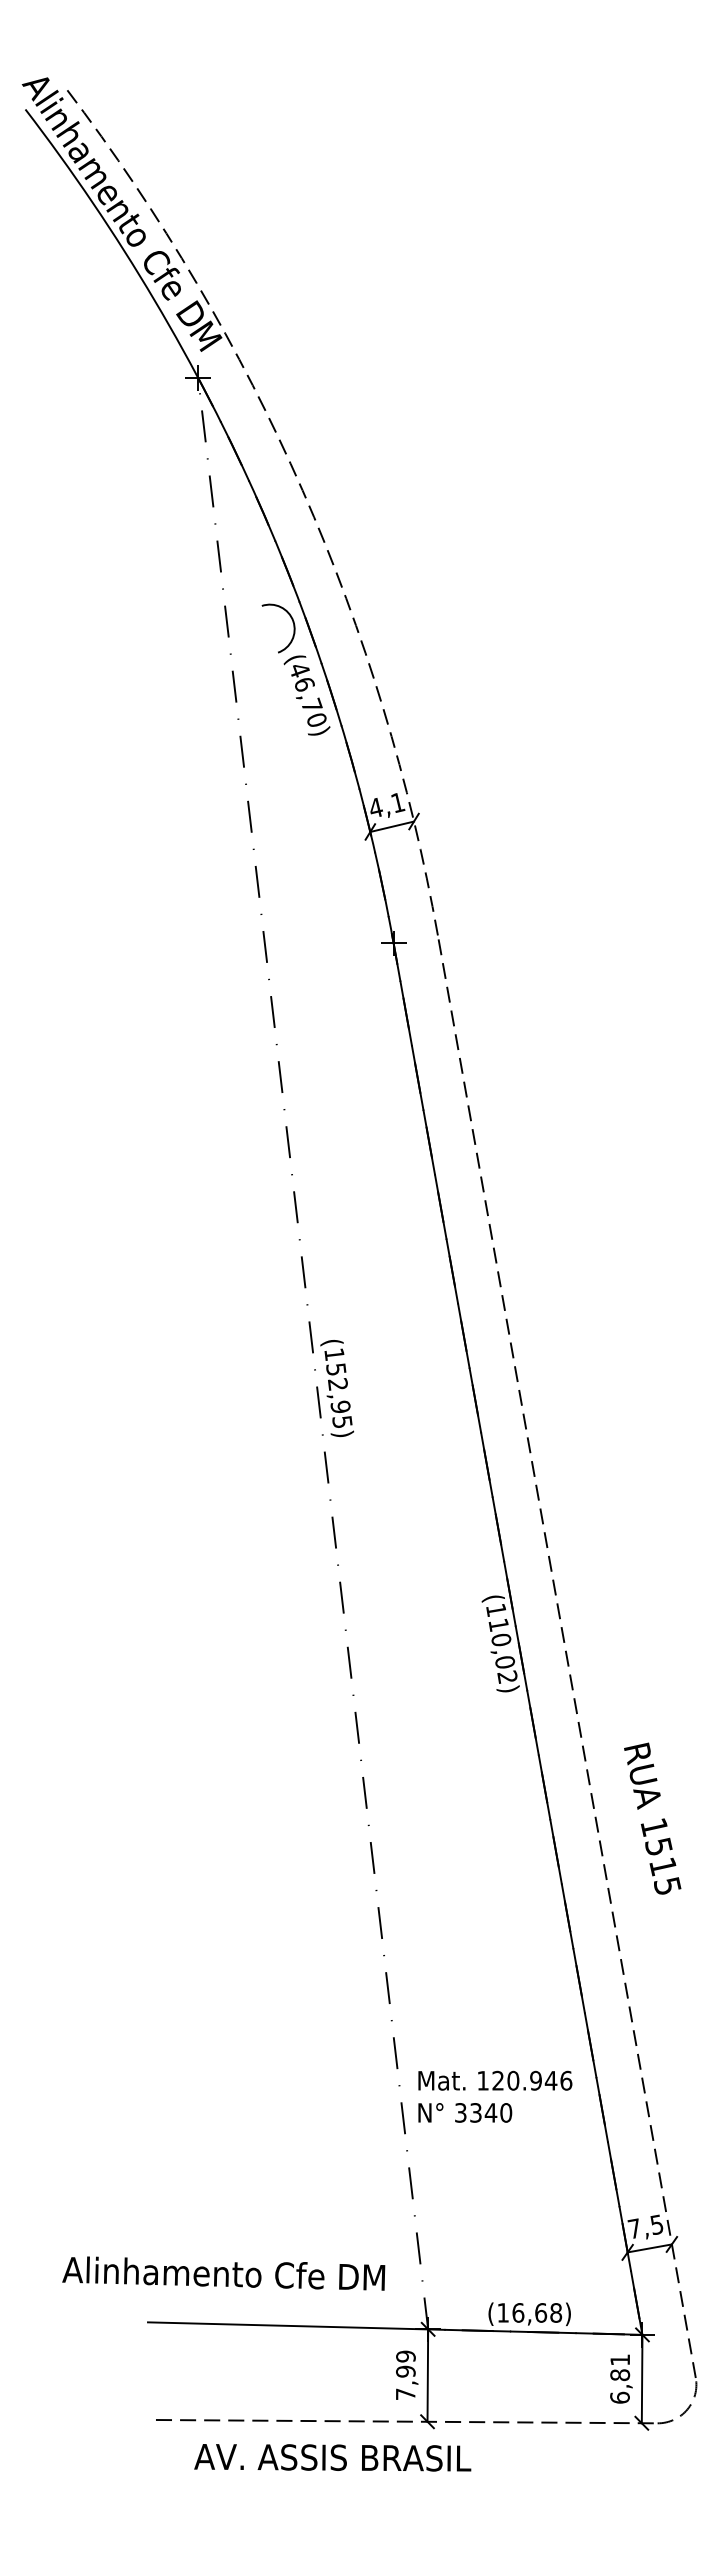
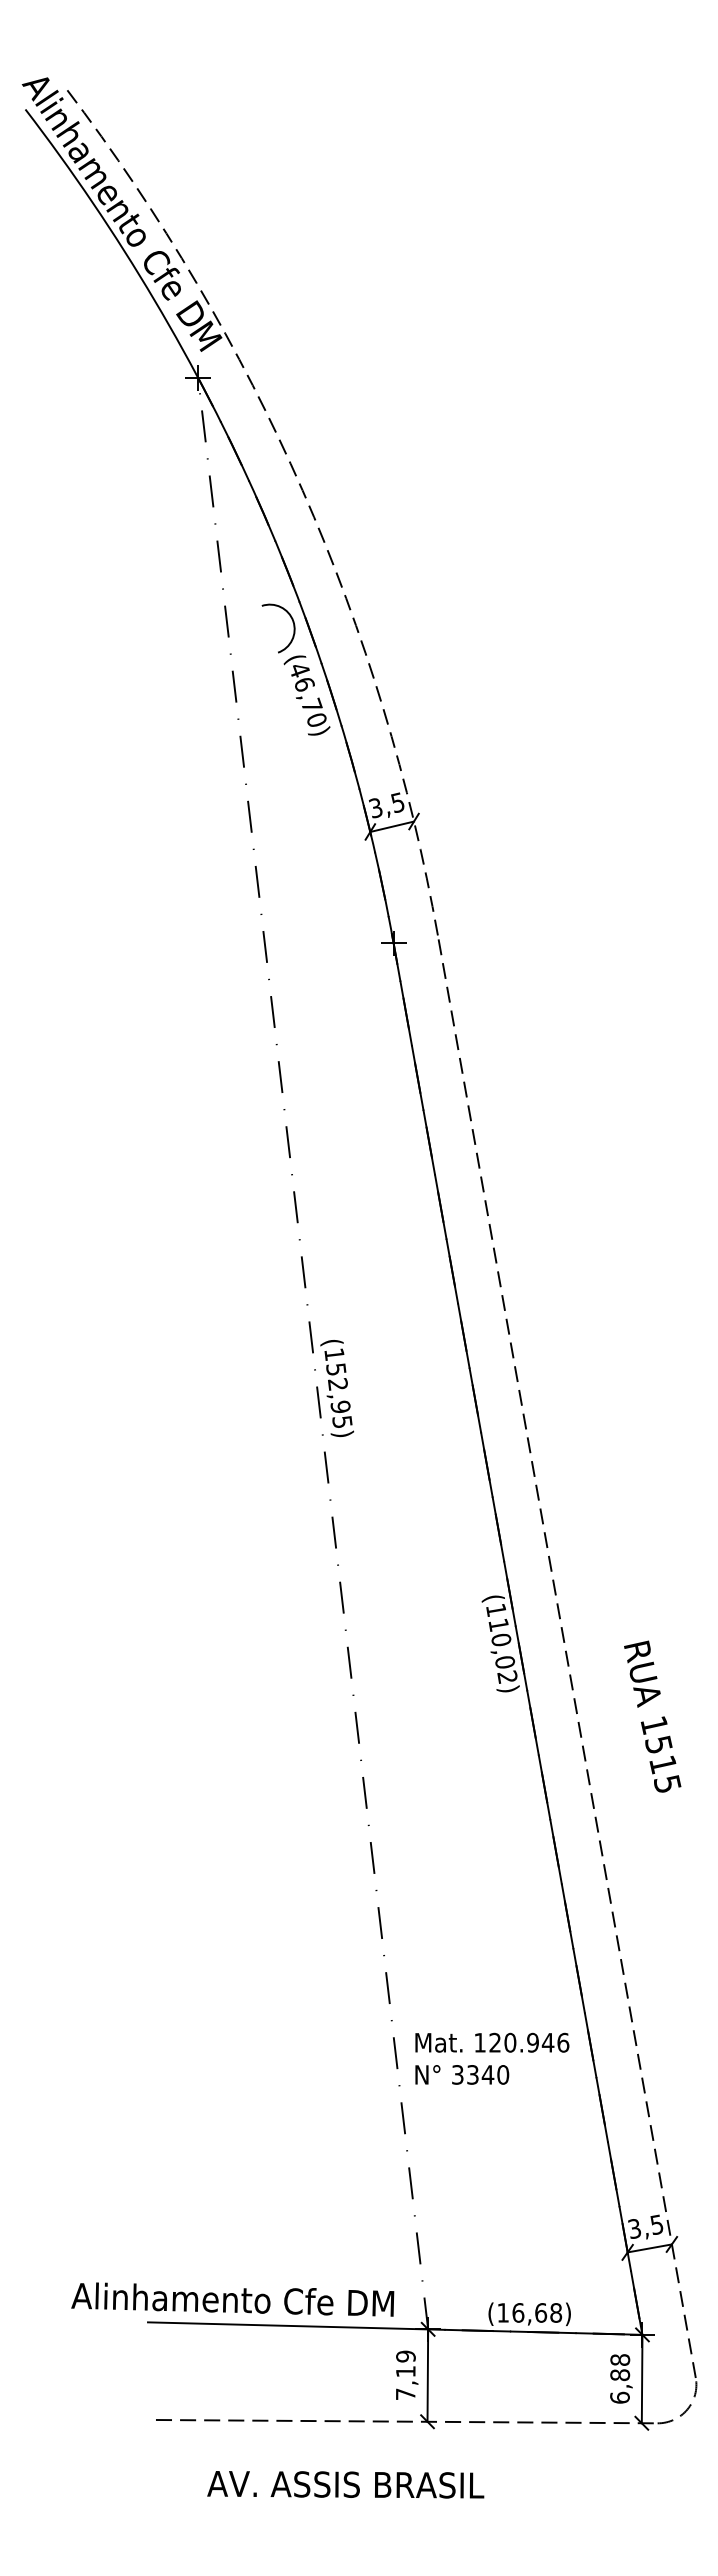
text at (386, 805): 4,1 -> 3,5
text at (652, 1818) position: (652, 1818) -> (652, 1716)
text at (495, 2096) position: (495, 2096) -> (492, 2058)
text at (634, 2228): 7,5 -> 3,5
text at (223, 2273) position: (223, 2273) -> (232, 2299)
text at (620, 2359): 6,81 -> 6,88
text at (405, 2371): 7,99 -> 7,19
text at (332, 2457) position: (332, 2457) -> (345, 2484)
